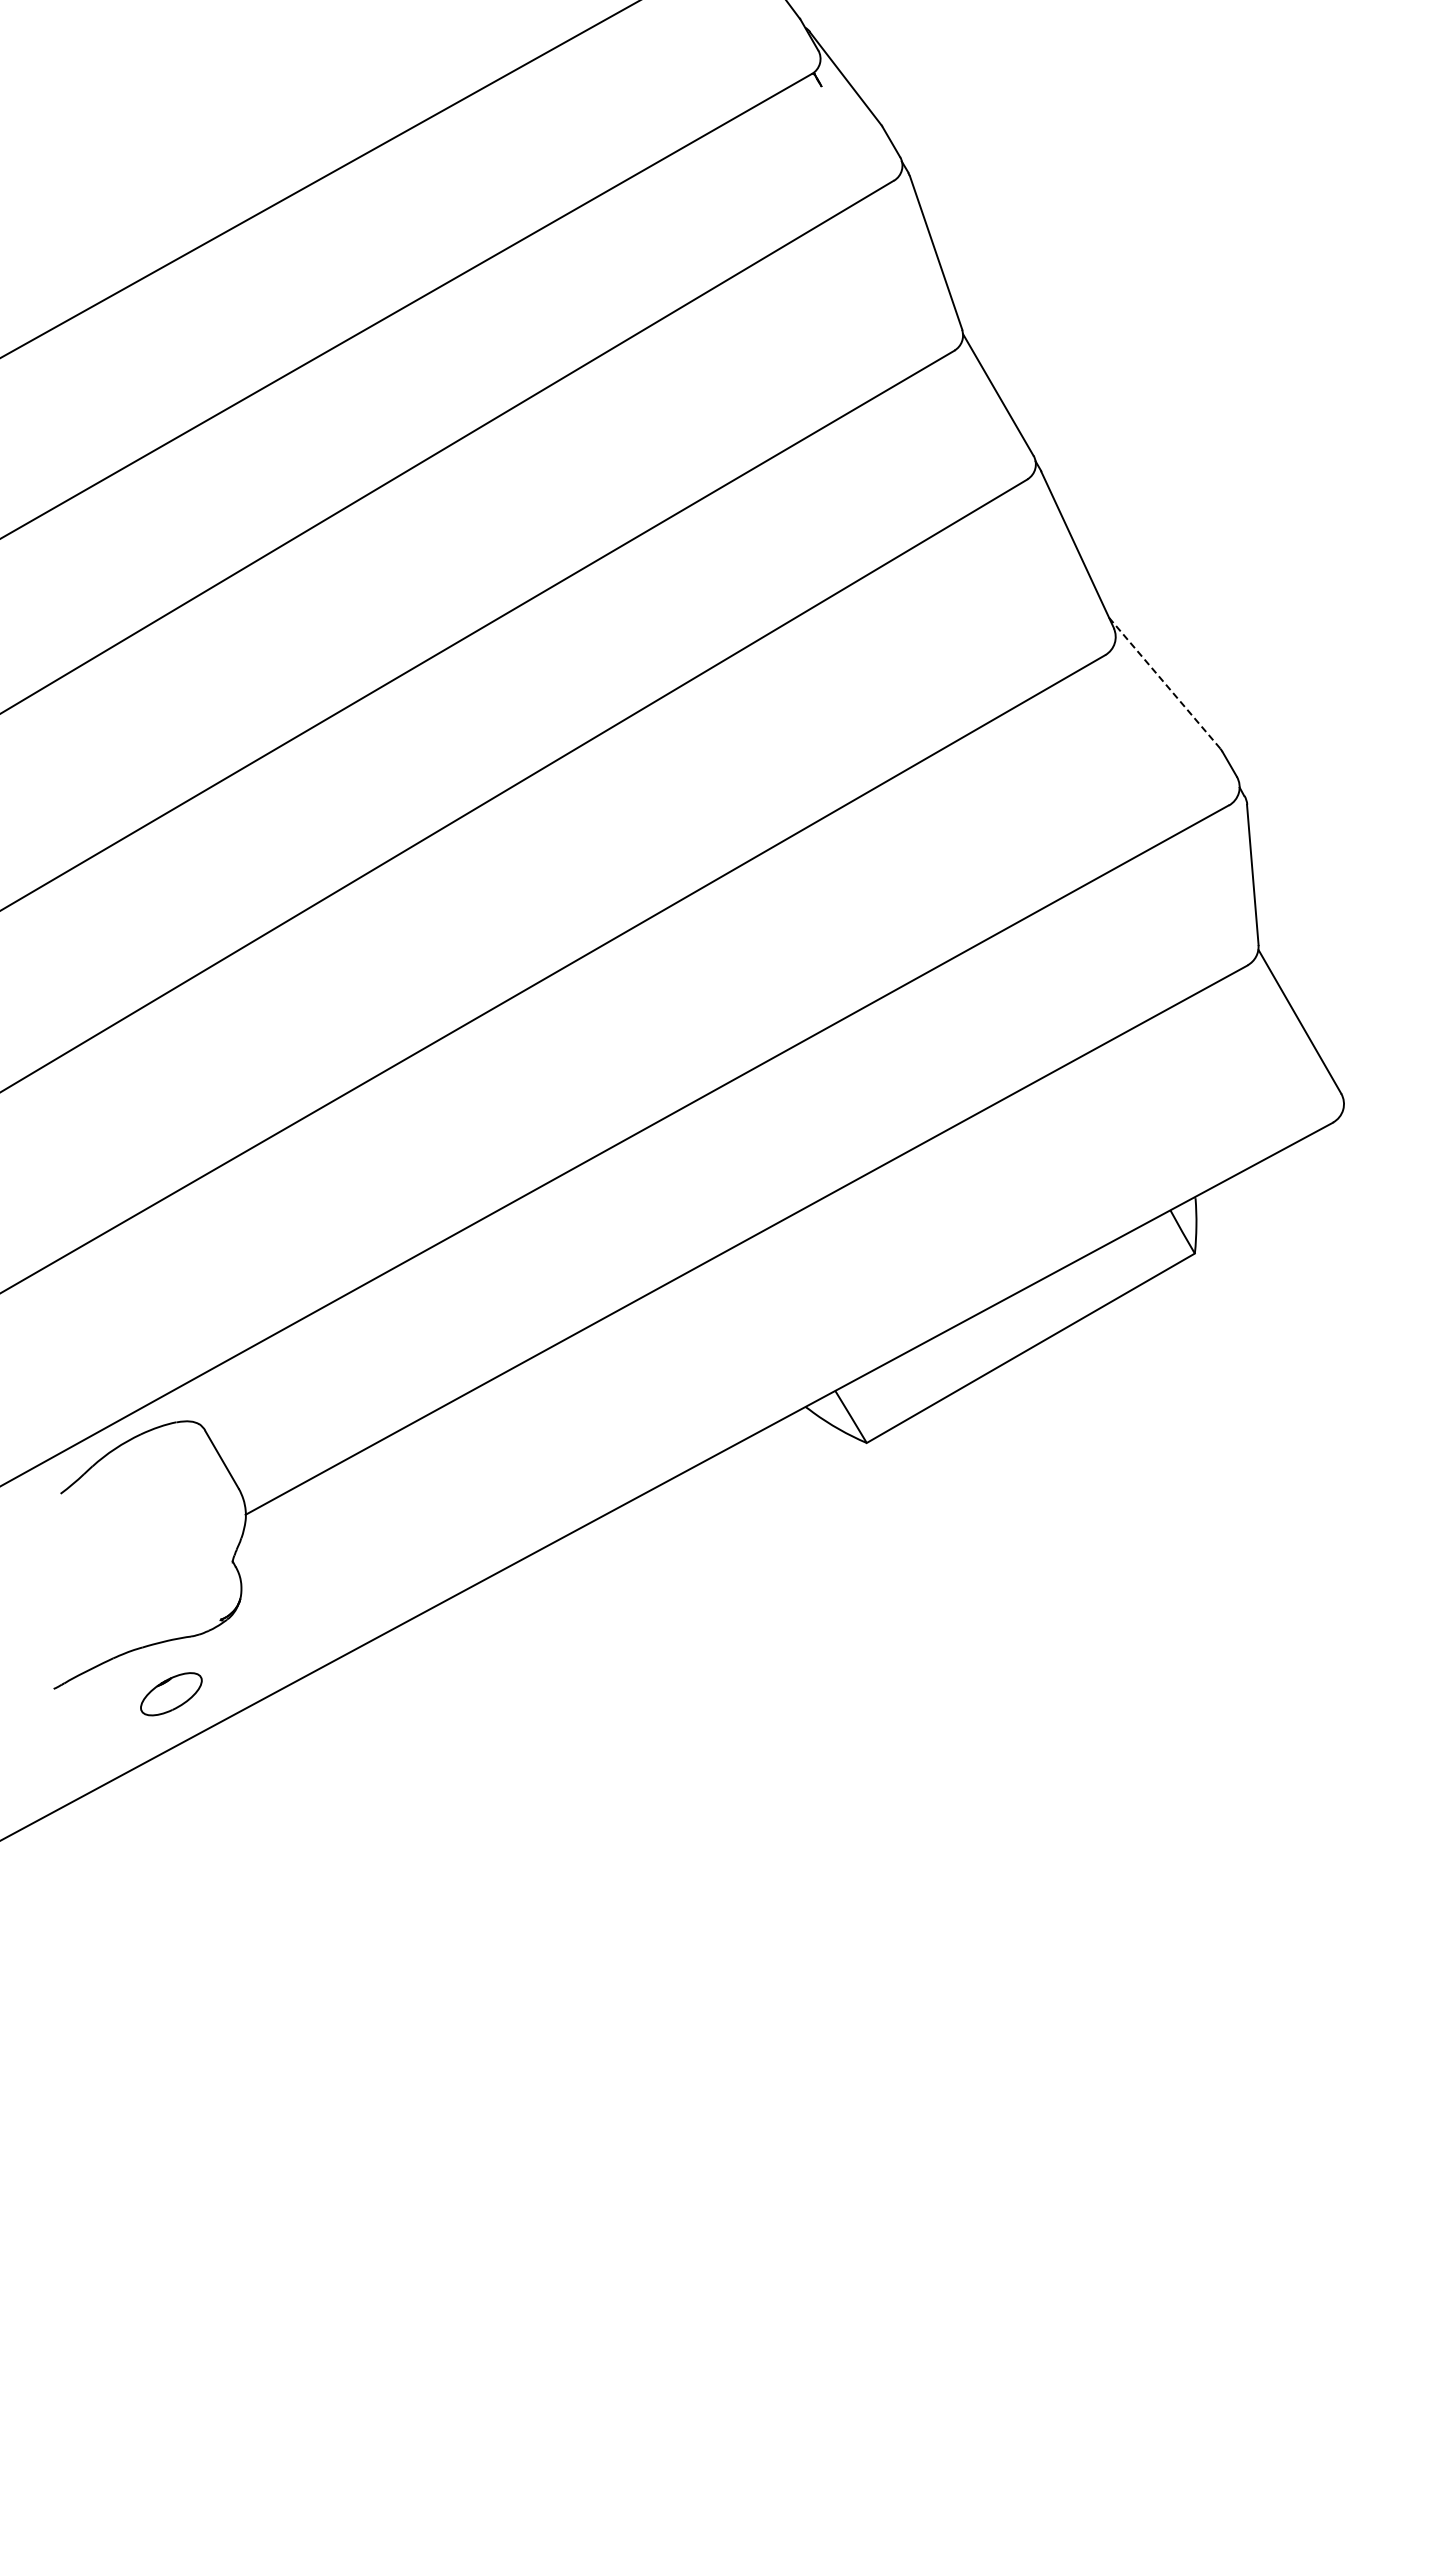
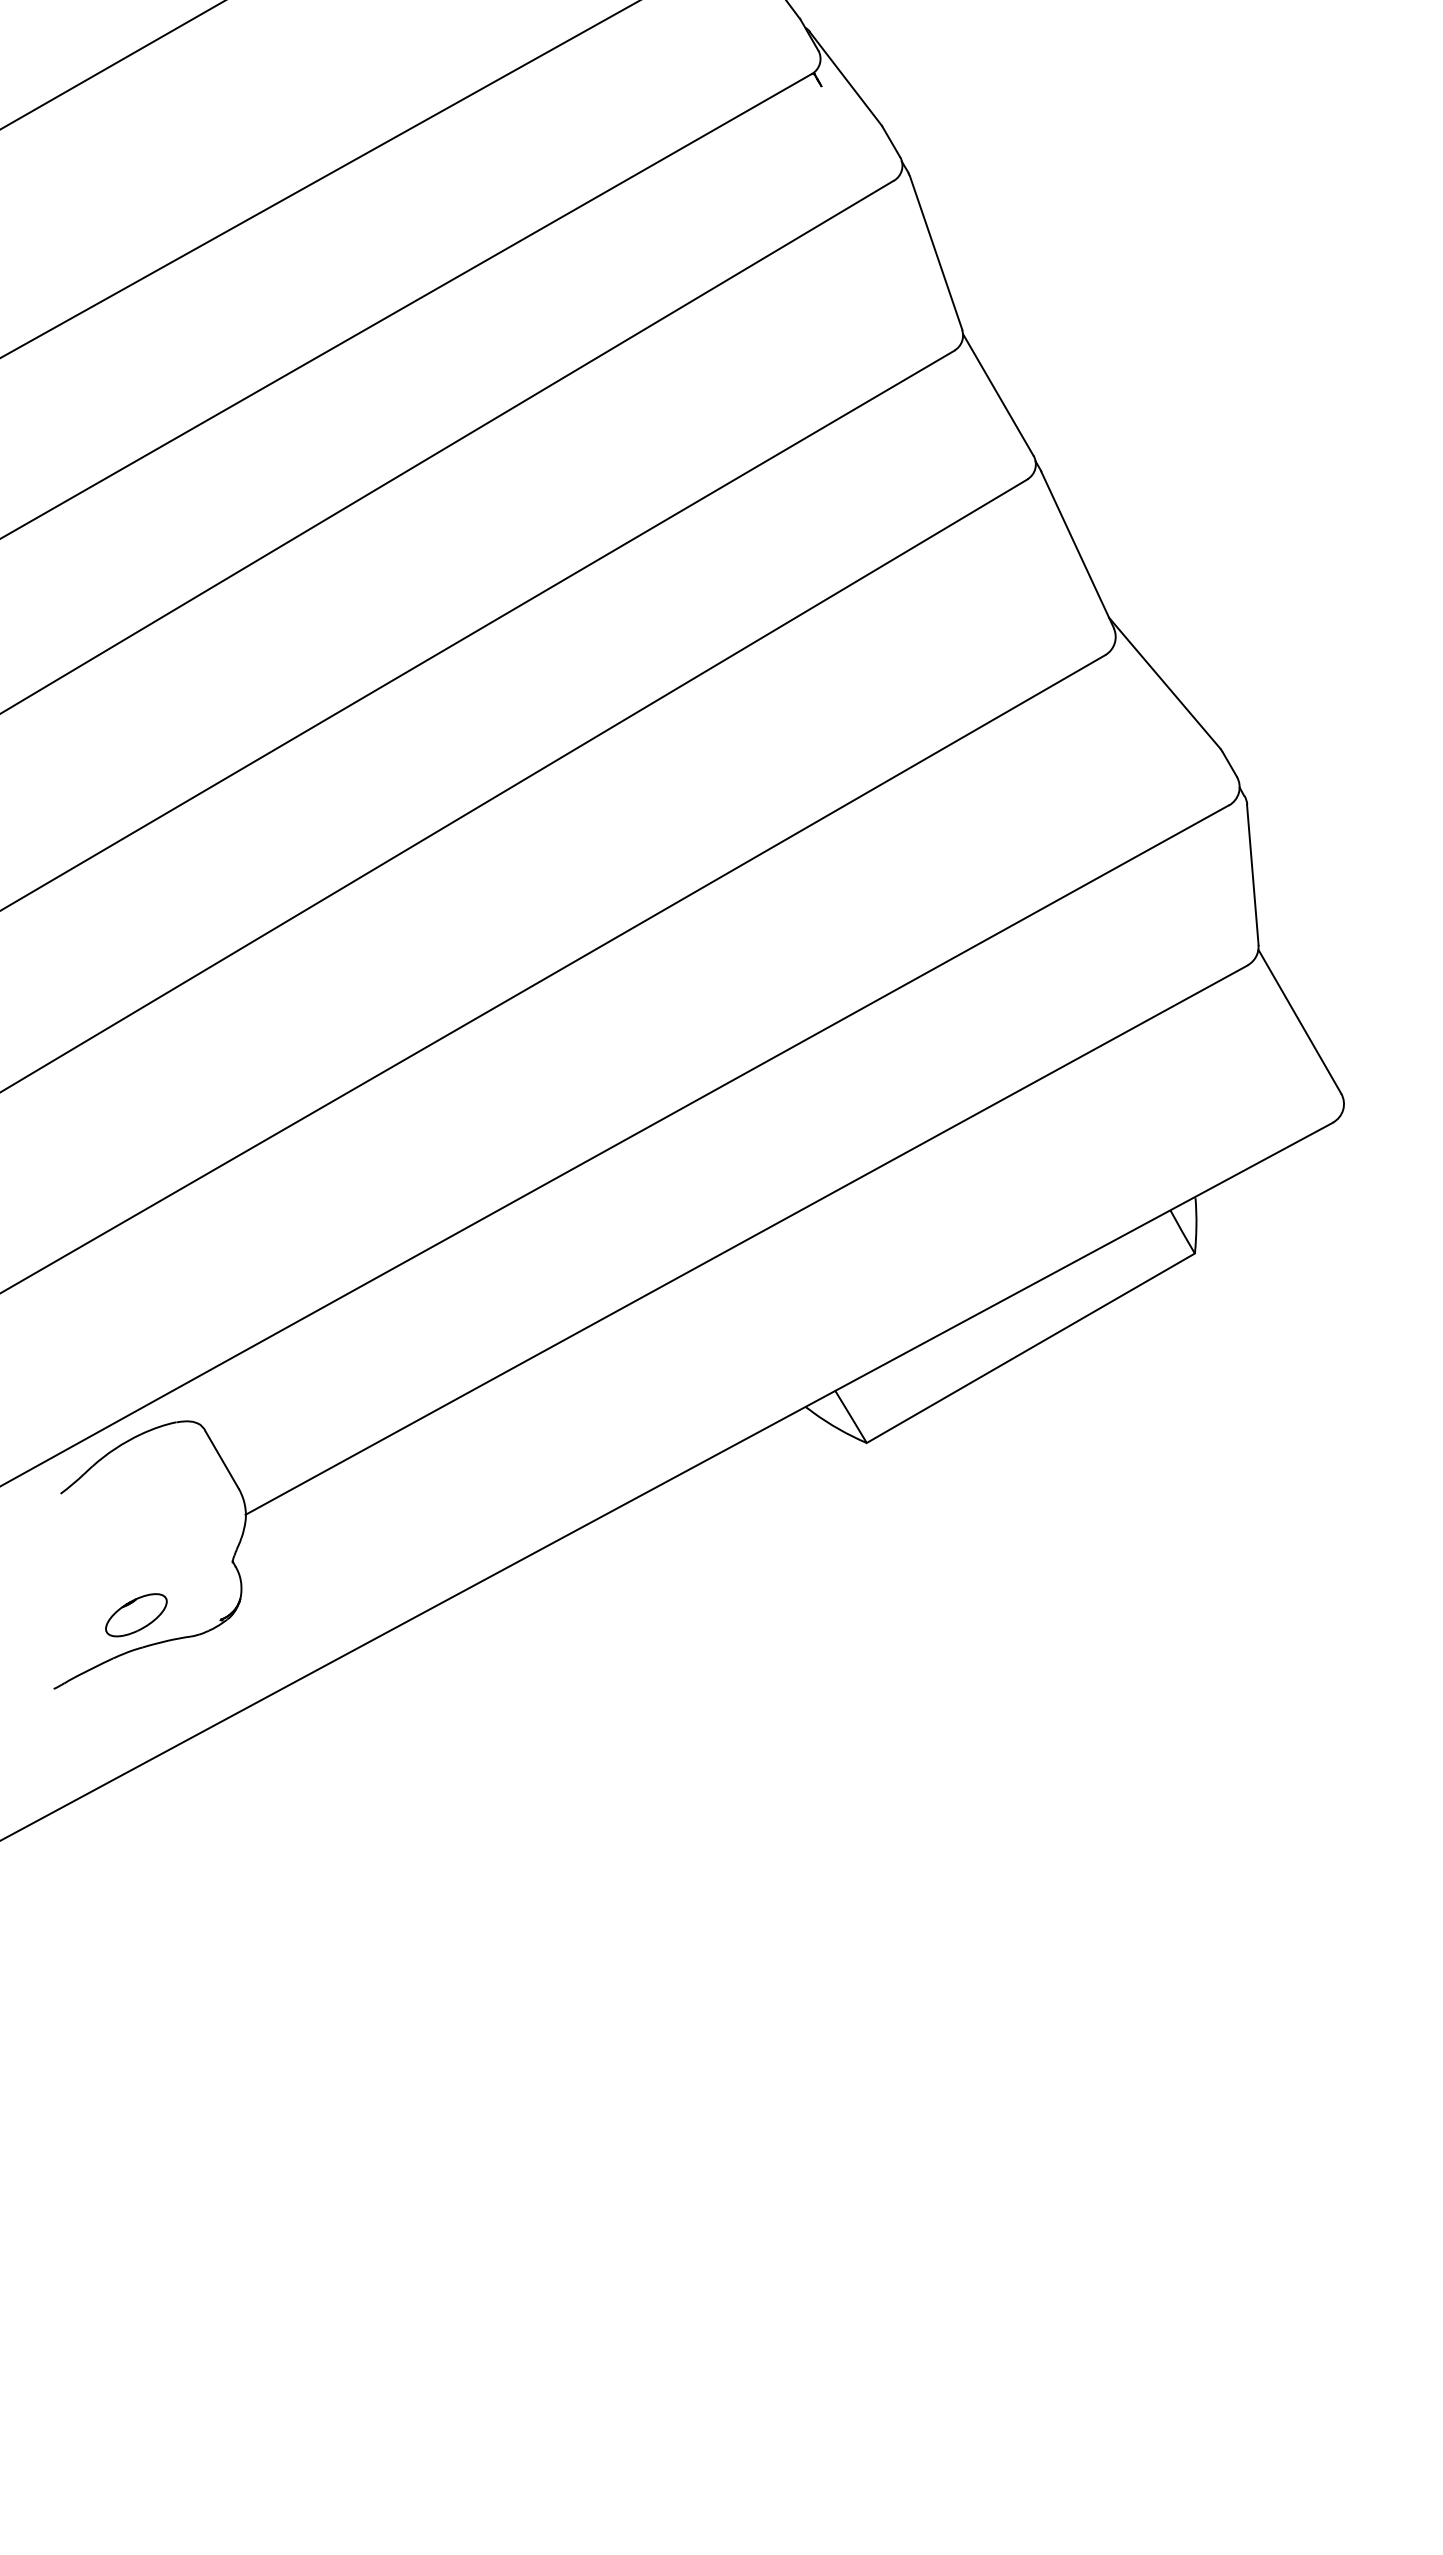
line at (112, 65): none -> present
line at (1164, 683): dashed -> solid
part at (171, 1694) position: (171, 1694) -> (136, 1615)
